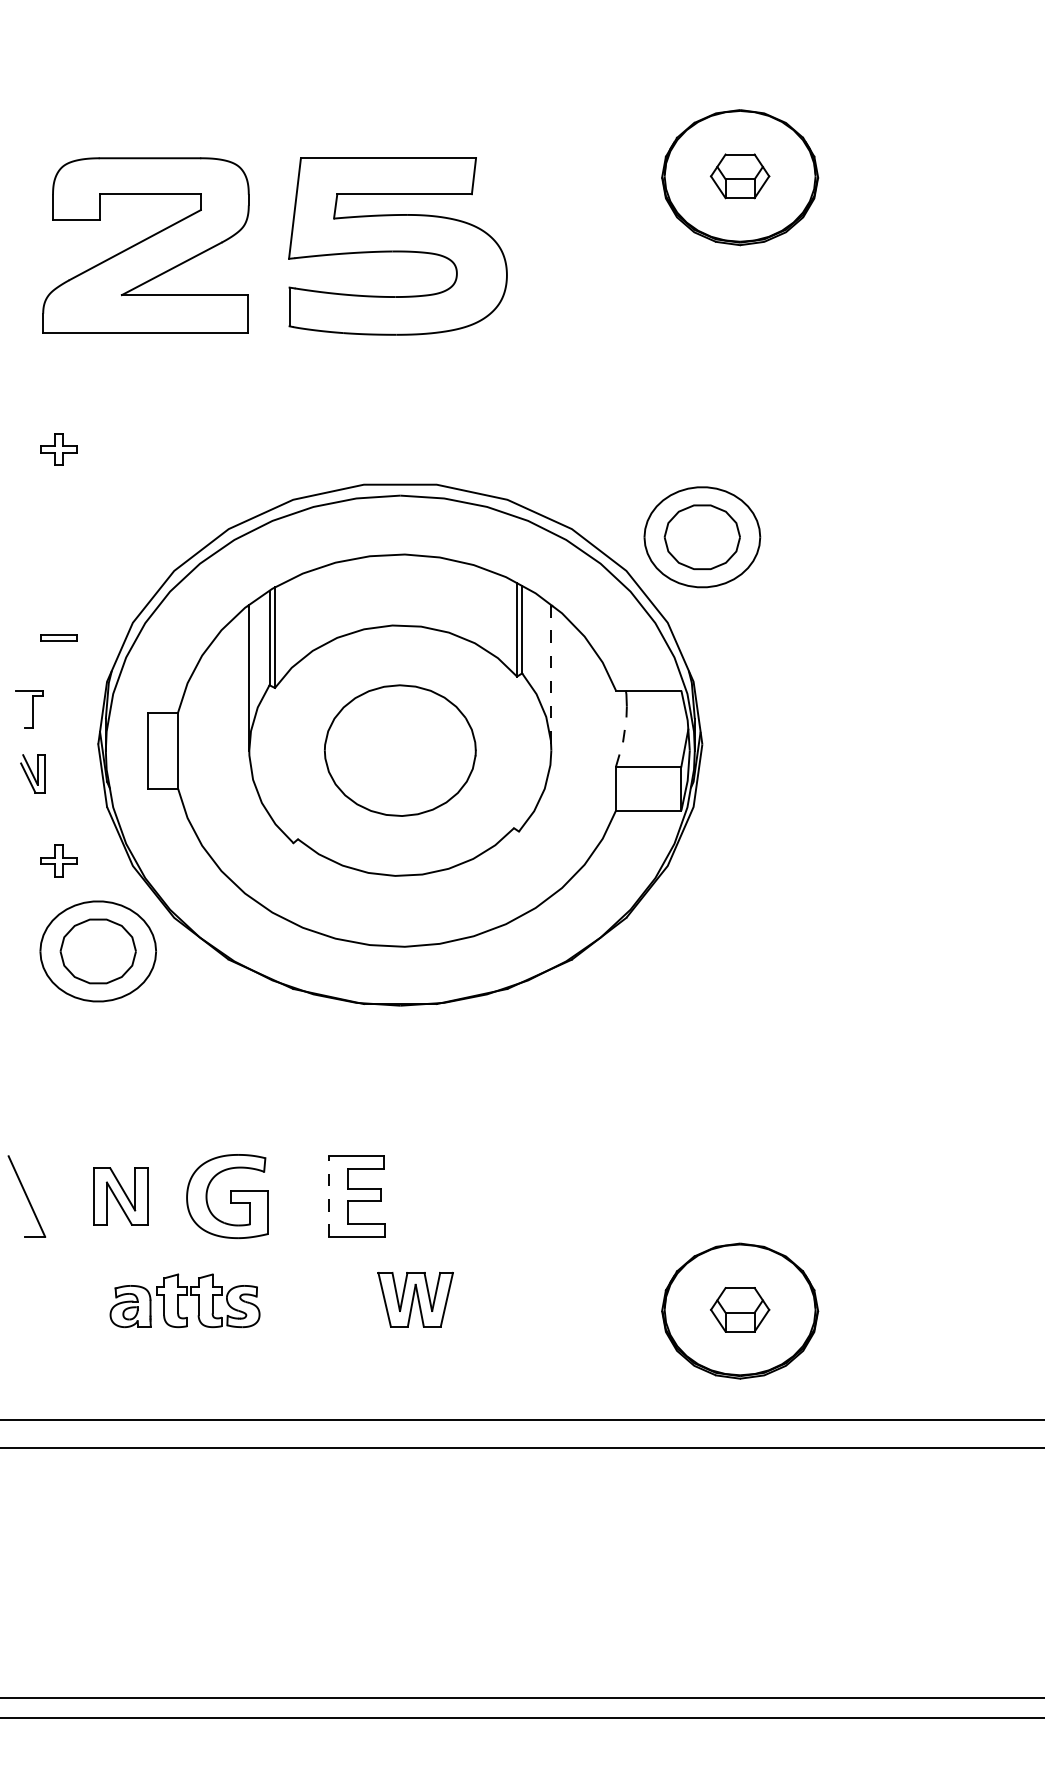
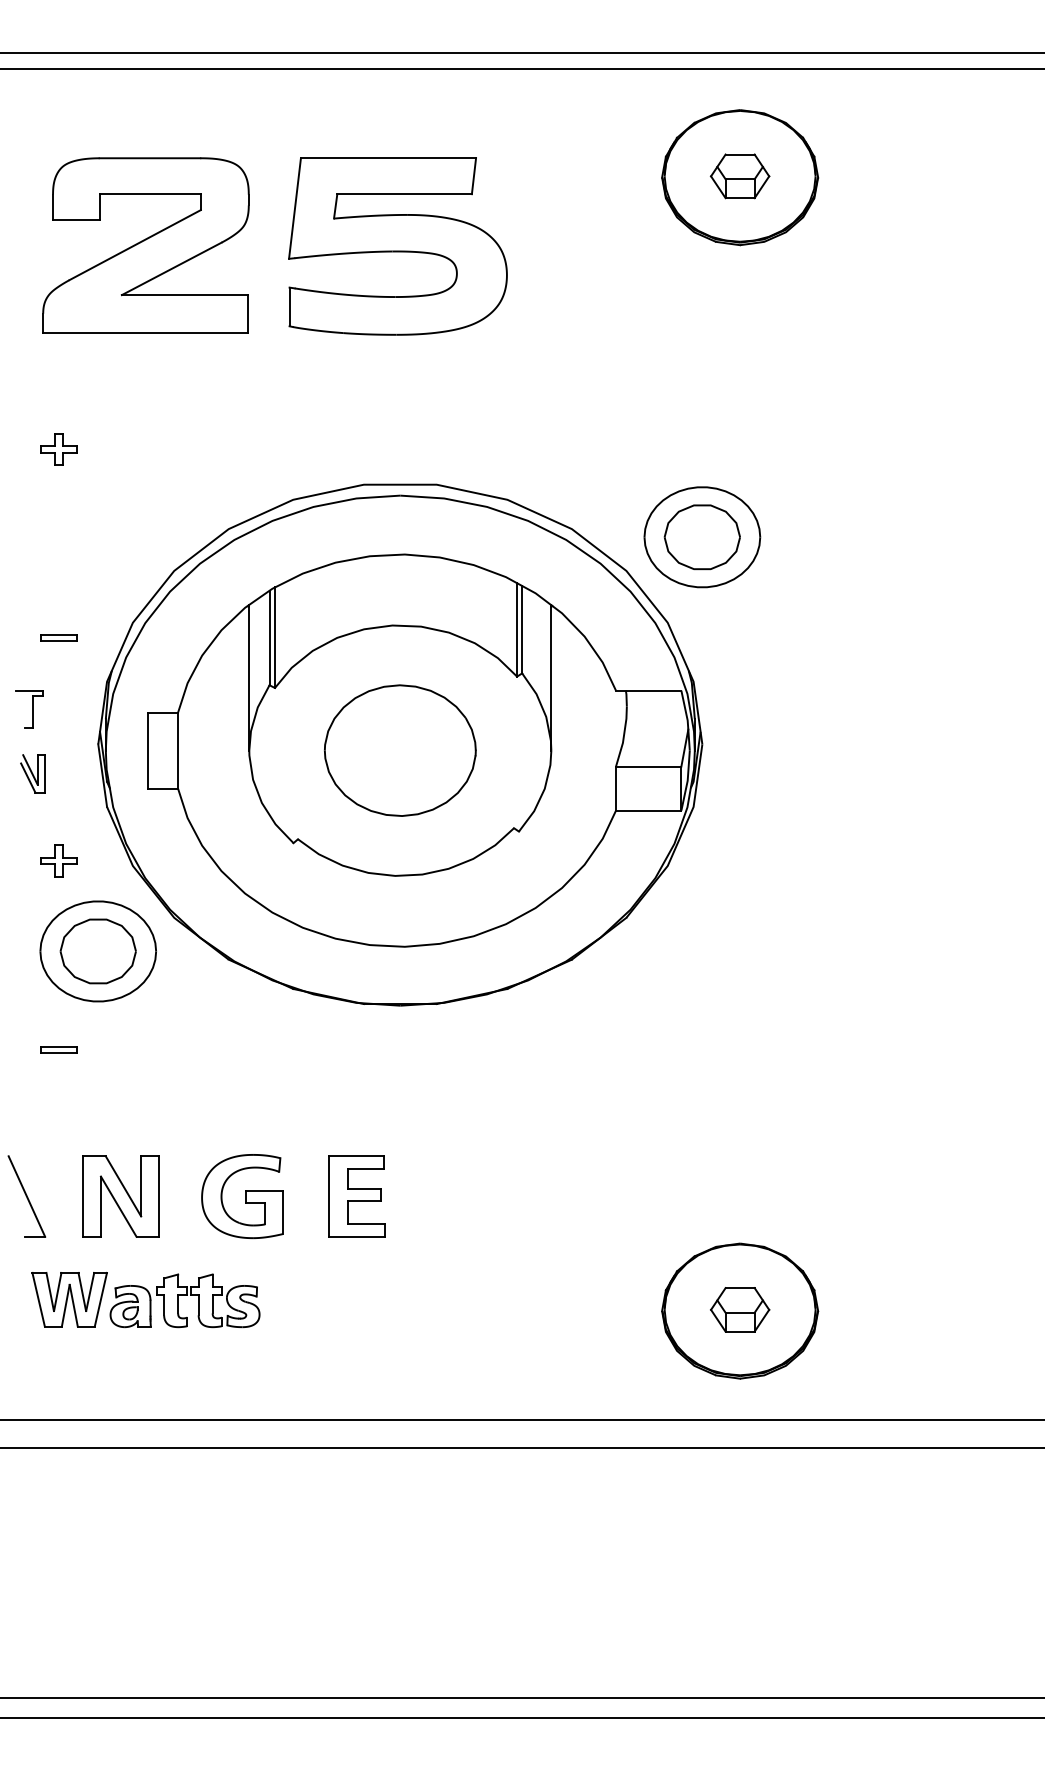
line at (521, 53): none -> present
line at (521, 68): none -> present
line at (551, 677): dashed -> solid
line at (623, 736): dashed -> solid
part at (58, 1049): none -> present
part at (120, 1196) size: 56x59 px -> 78x83 px
part at (227, 1196) position: (227, 1196) -> (242, 1196)
line at (329, 1196): dashed -> solid
part at (415, 1299) position: (415, 1299) -> (69, 1299)
